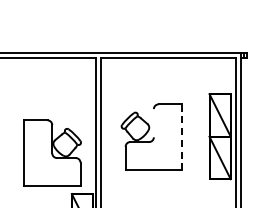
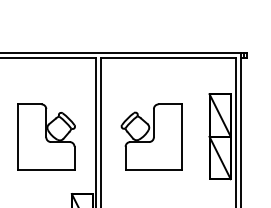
line at (153, 123): none -> present
line at (182, 137): dashed -> solid
part at (52, 152) position: (52, 152) -> (46, 136)
